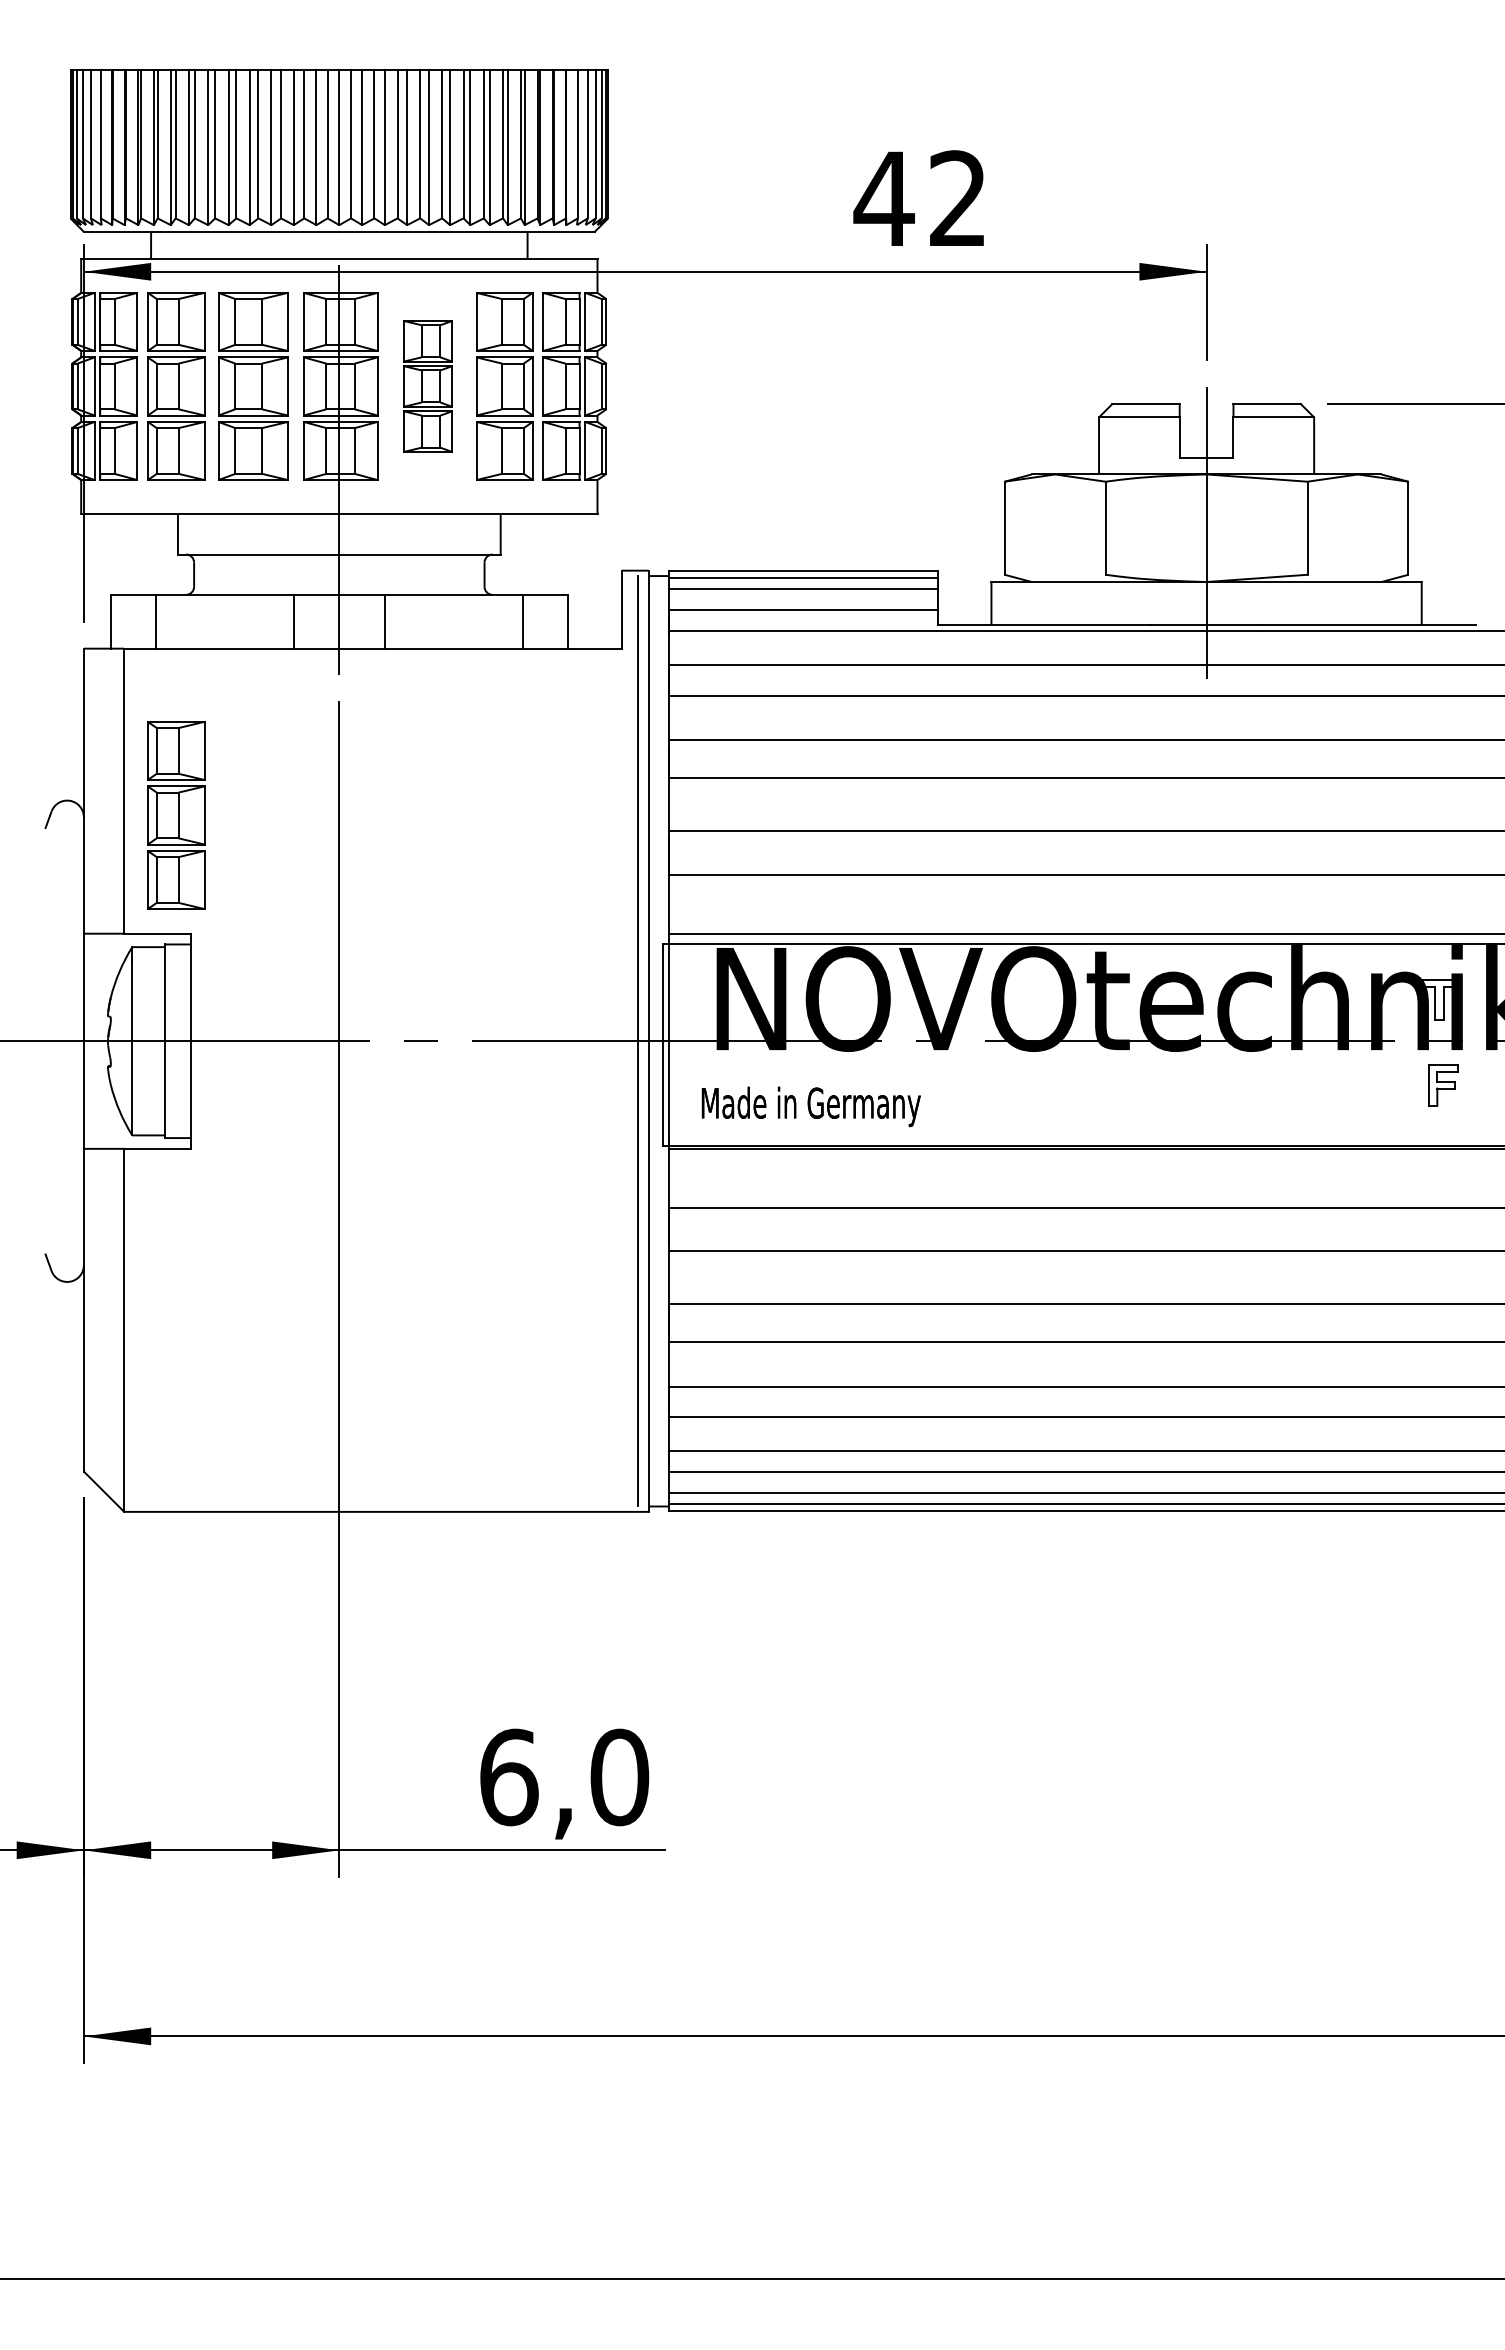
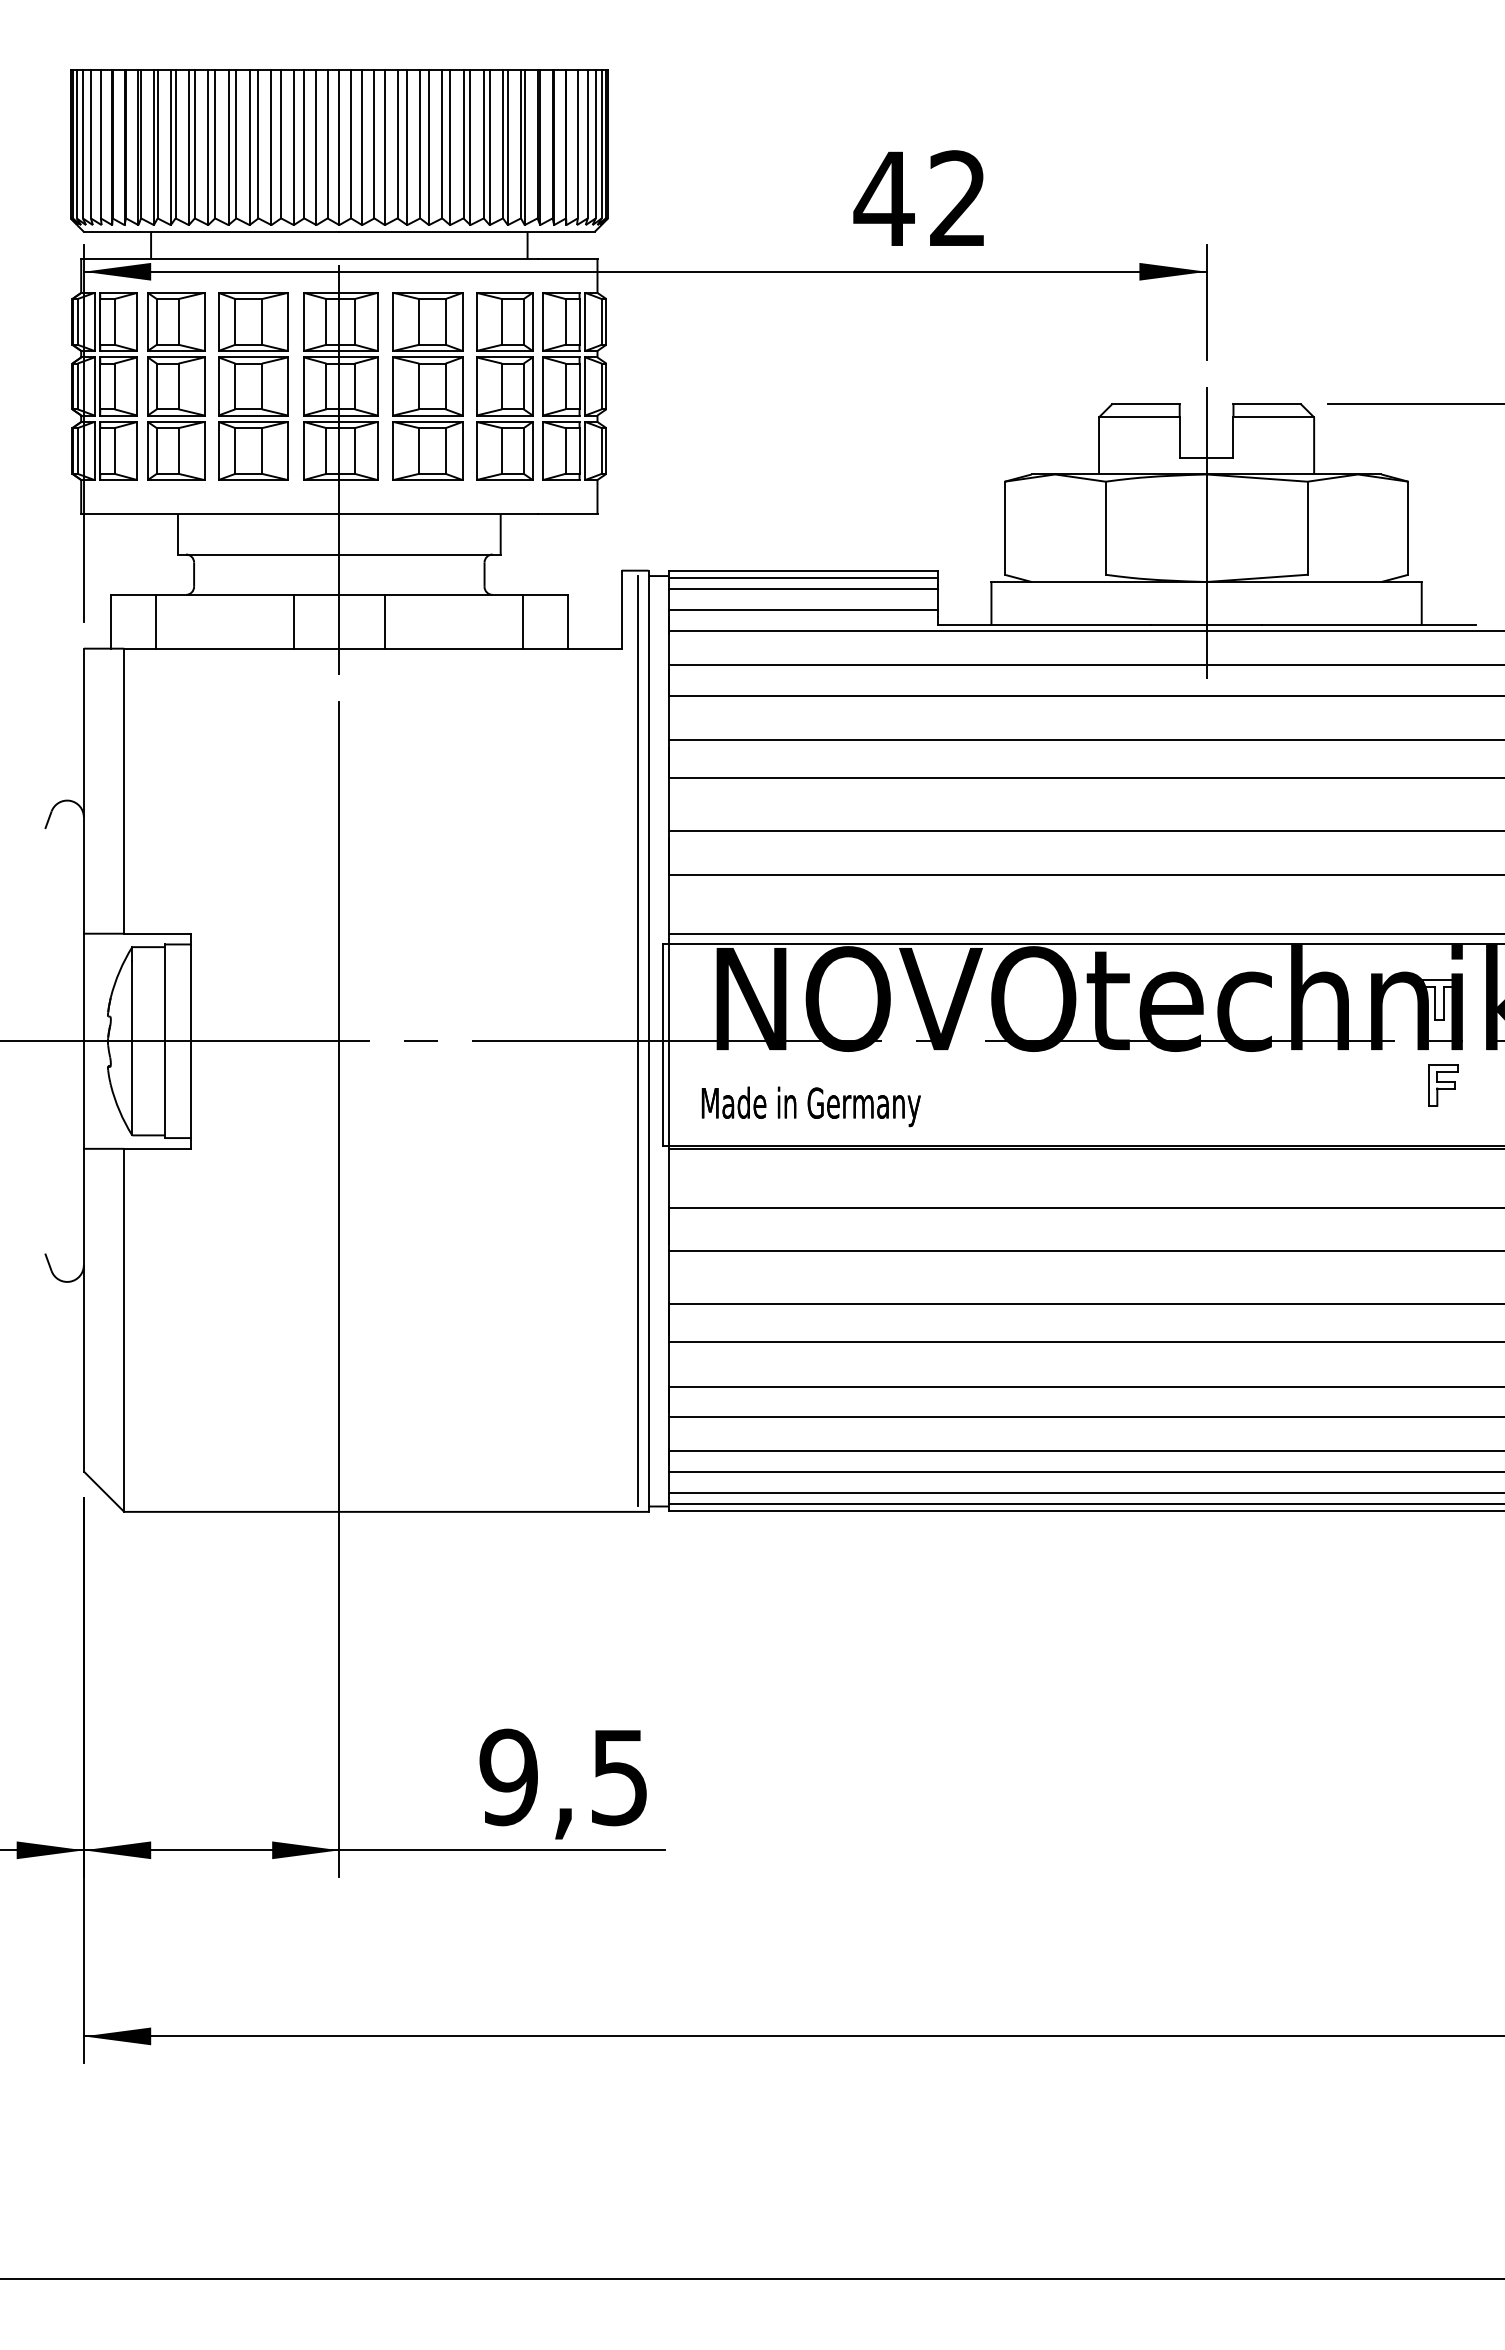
part at (427, 386) size: 50x133 px -> 72x189 px
part at (176, 815): present -> none
text at (564, 1777): 6,0 -> 9,5
